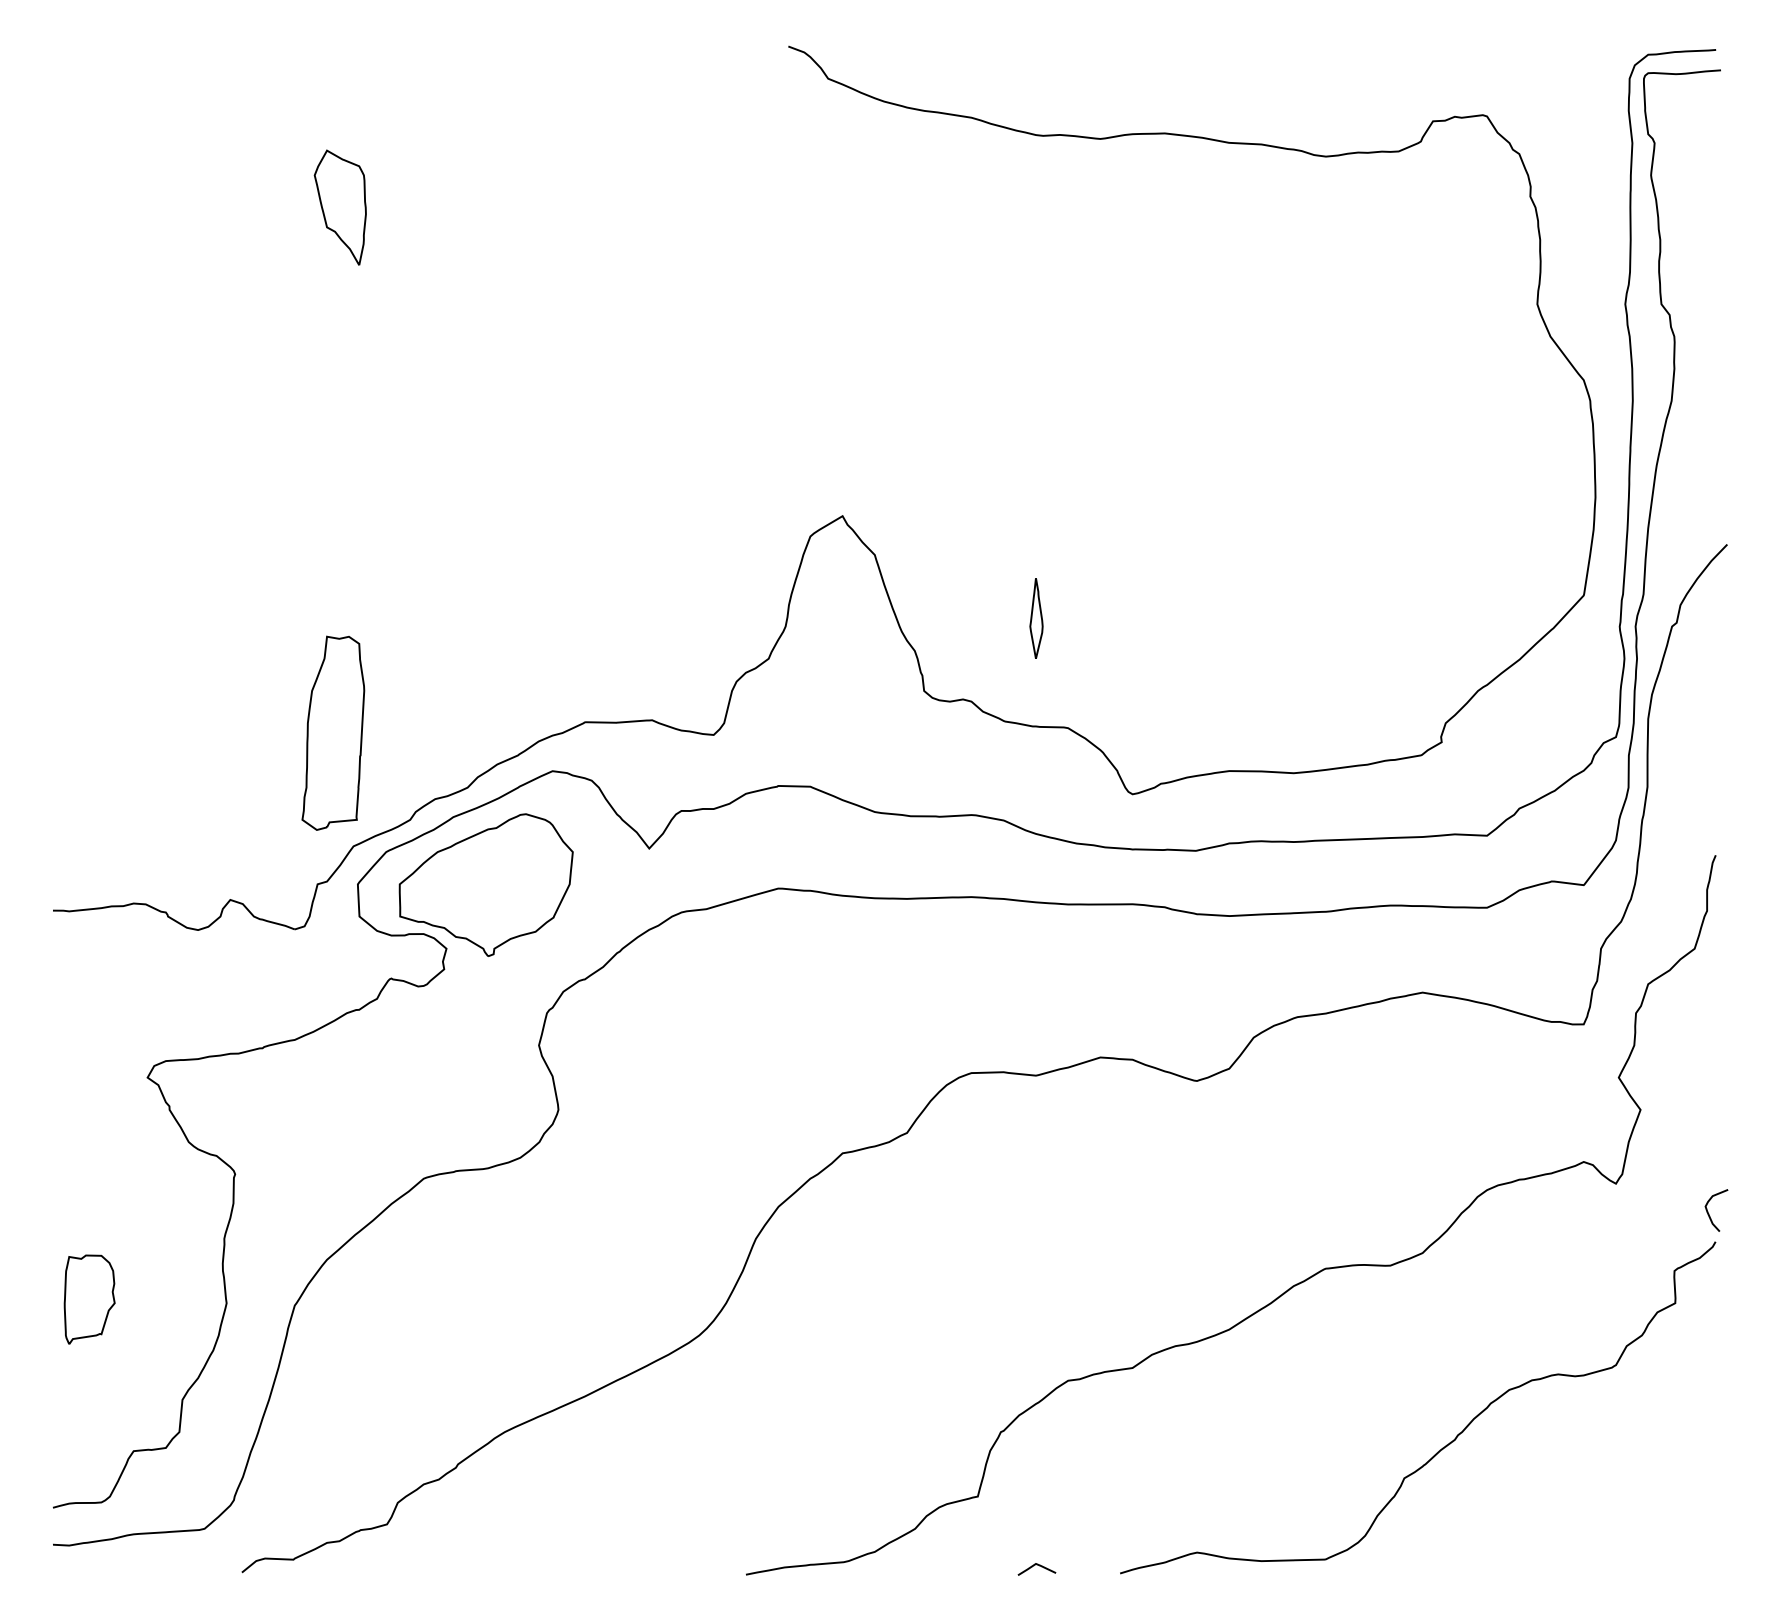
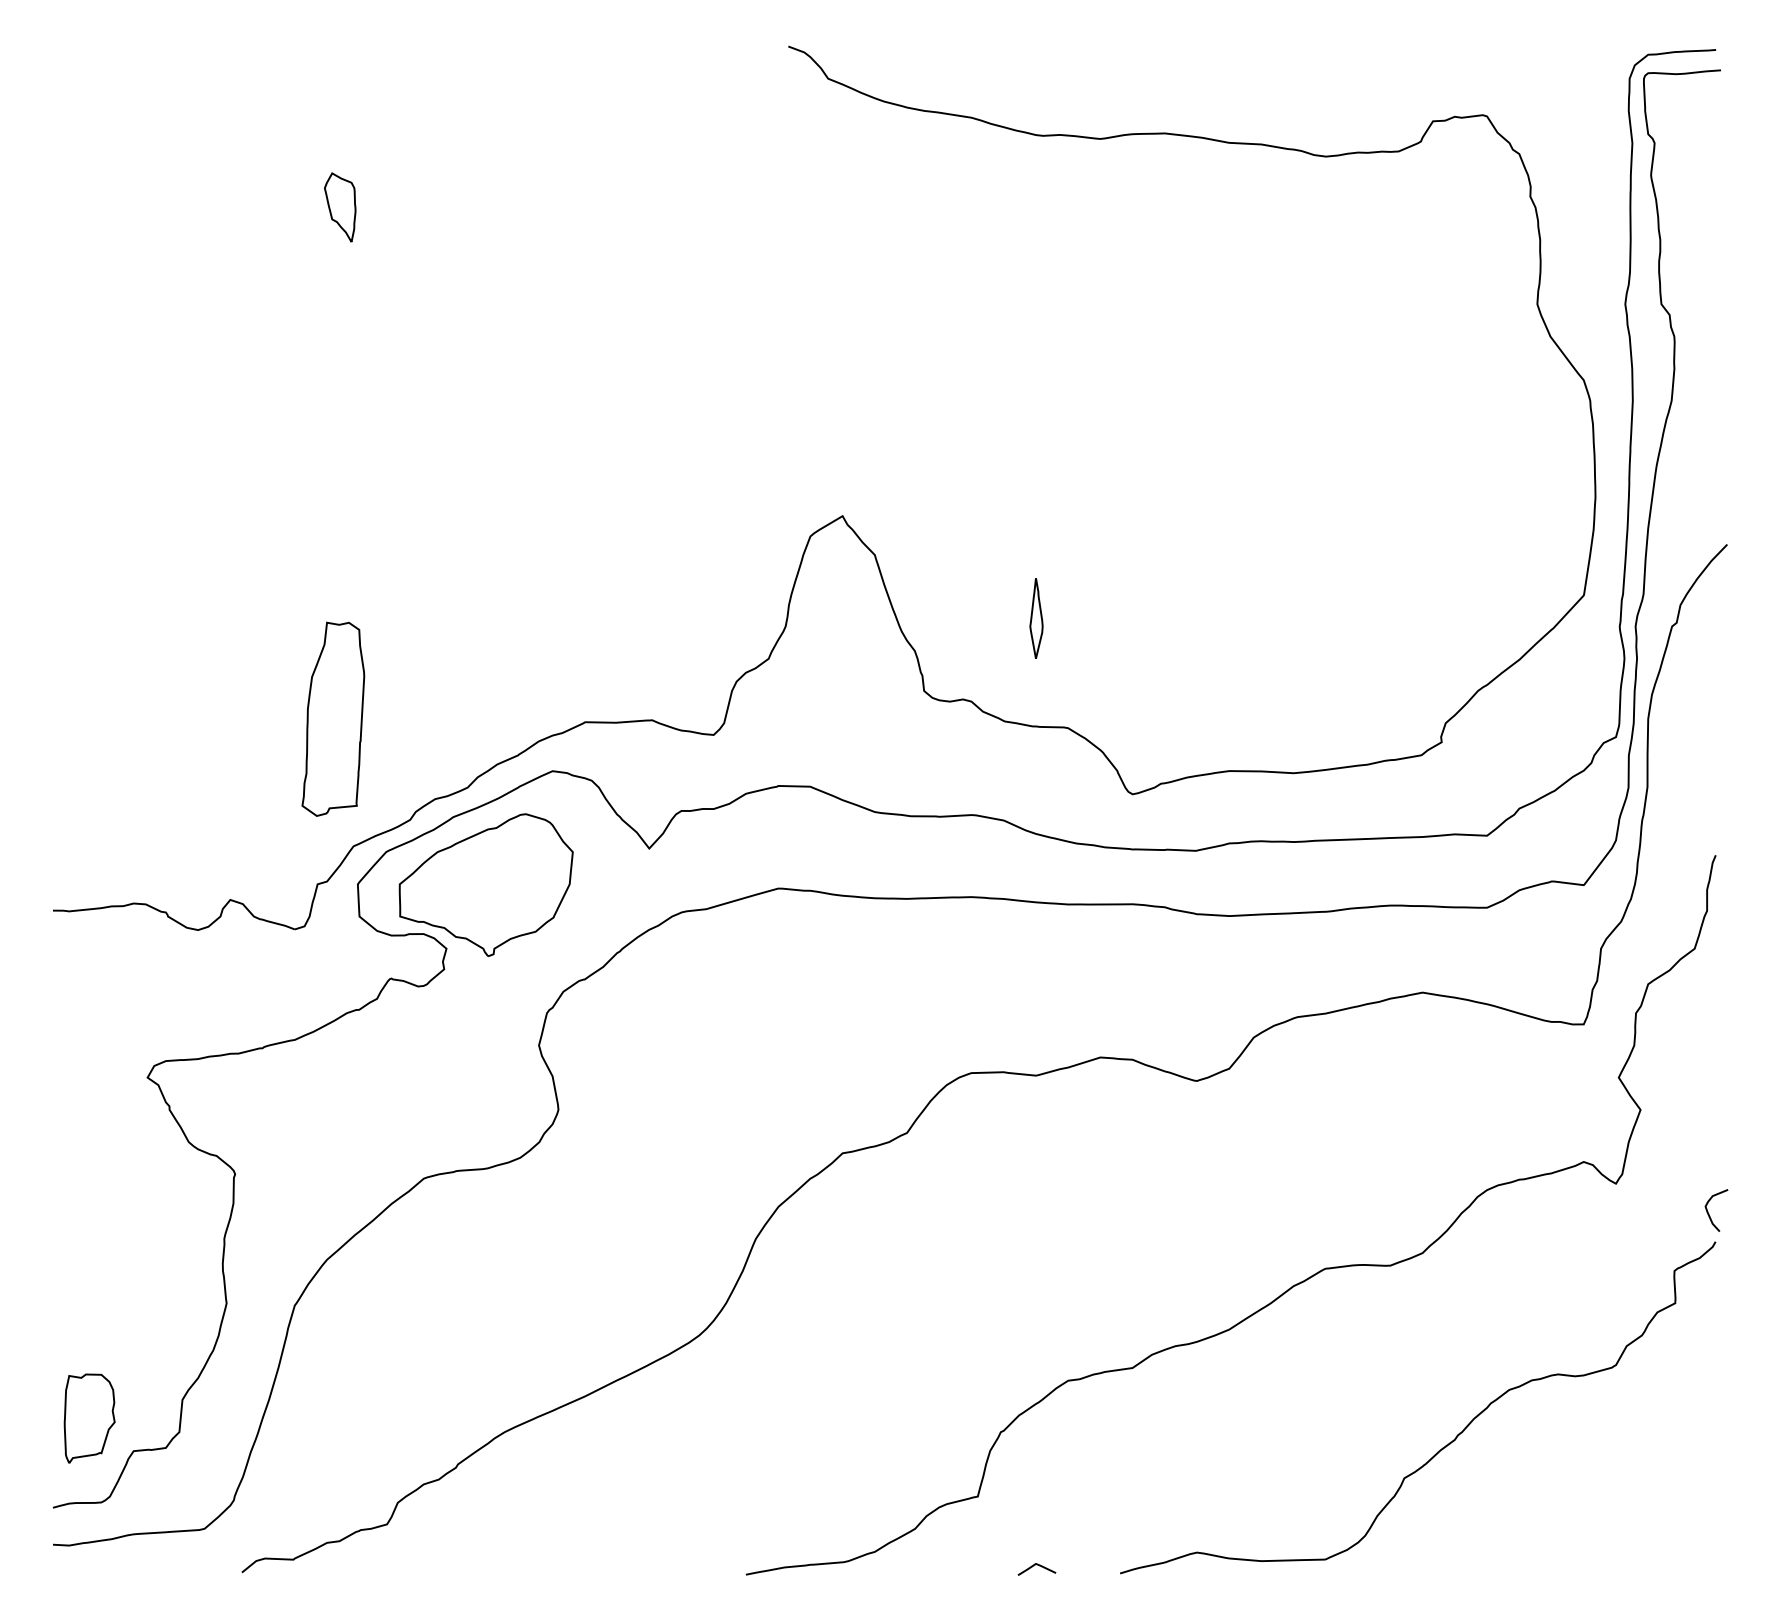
part at (339, 207) size: 54x117 px -> 33x71 px
part at (333, 732) position: (333, 732) -> (333, 718)
part at (89, 1299) position: (89, 1299) -> (89, 1418)
